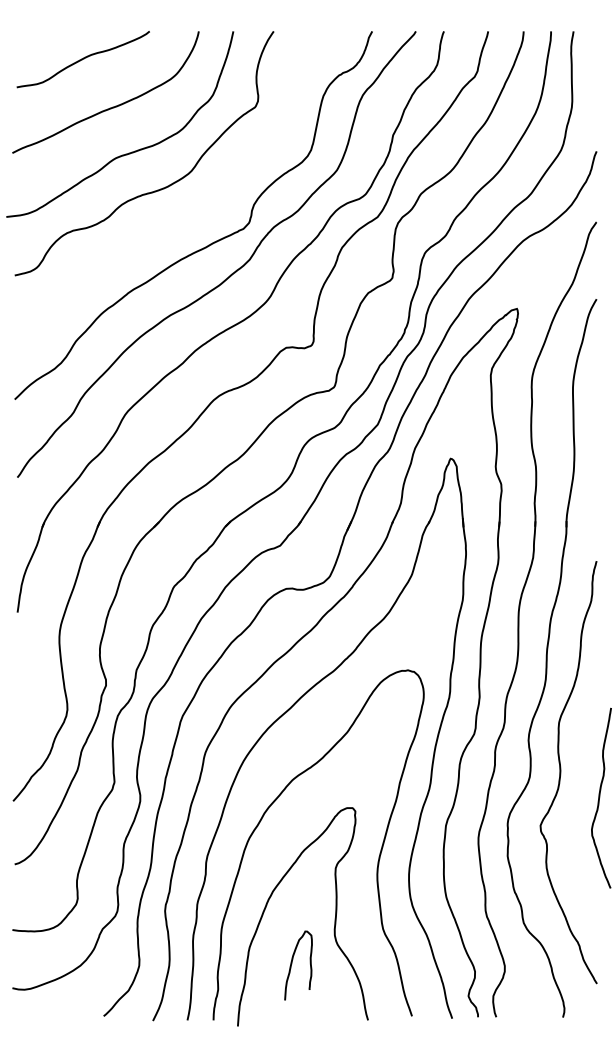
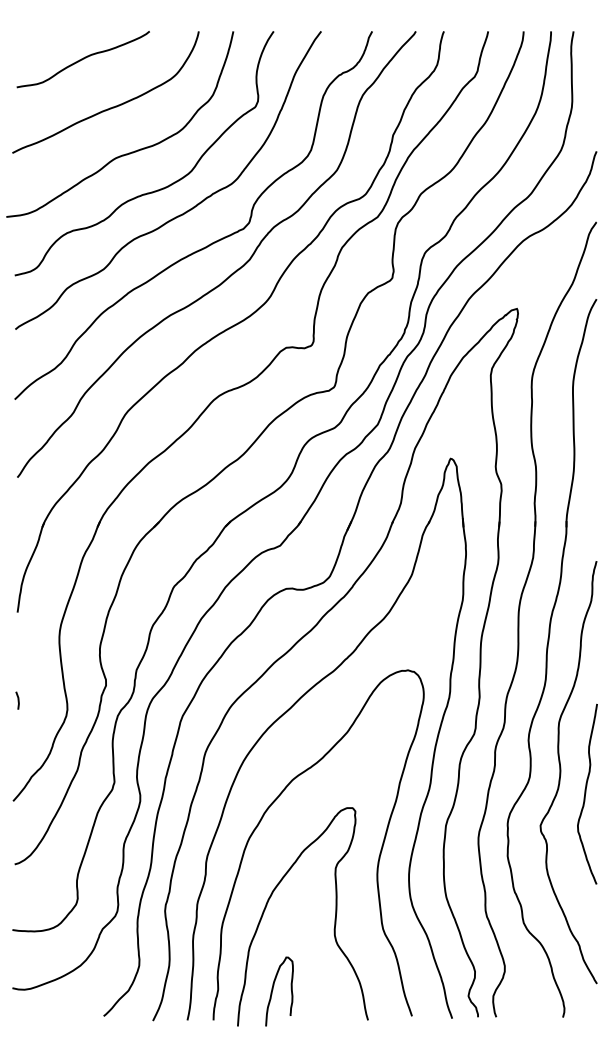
curve at (188, 209): none -> present
line at (17, 700): none -> present
curve at (600, 797) position: (600, 797) -> (586, 793)
curve at (292, 964) position: (292, 964) -> (273, 990)
